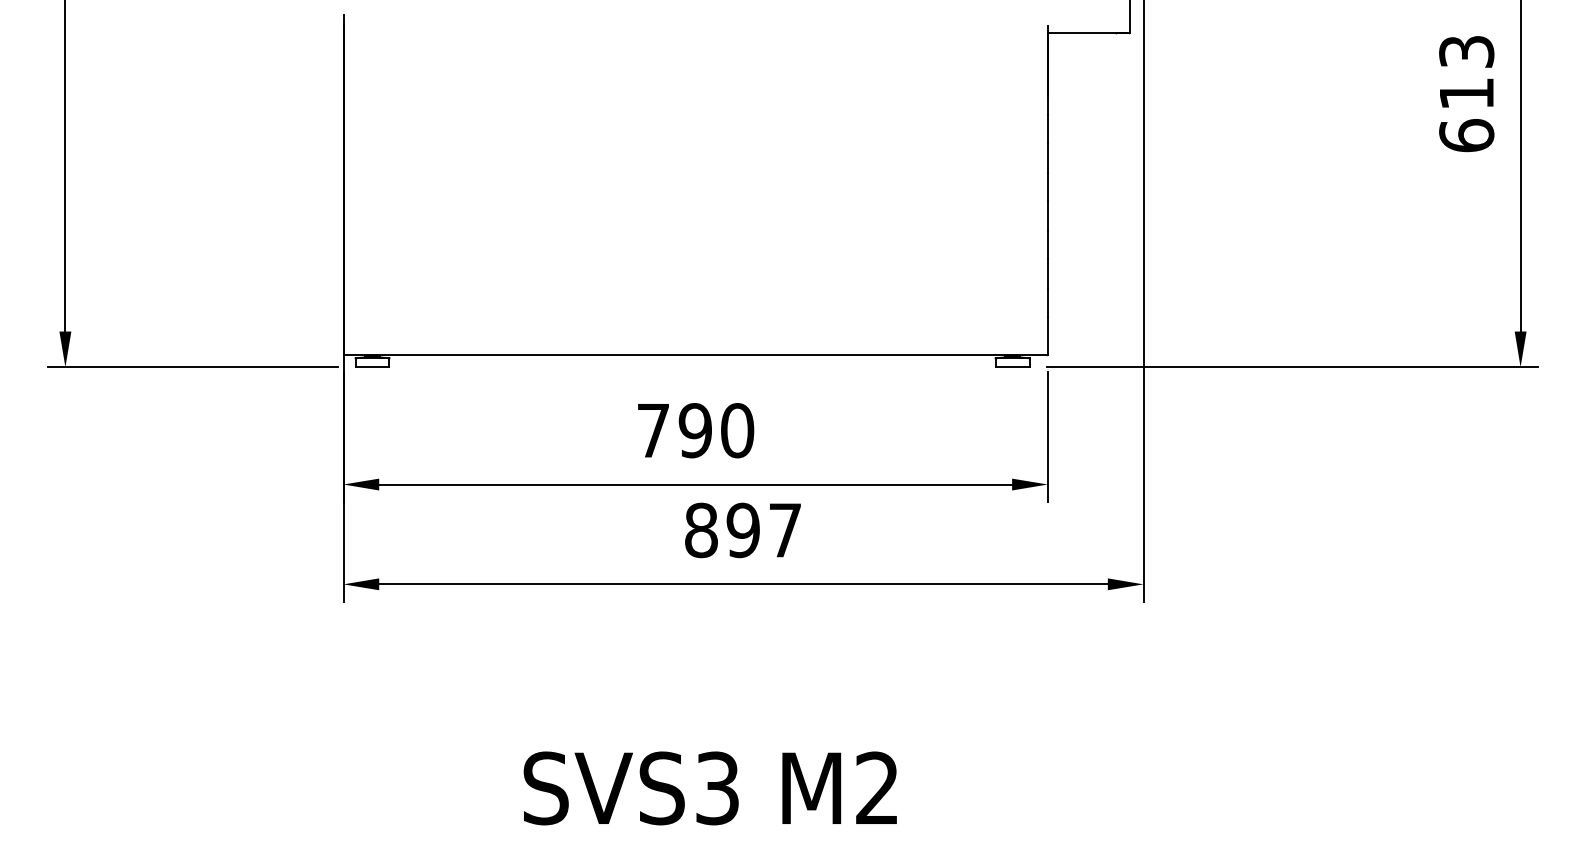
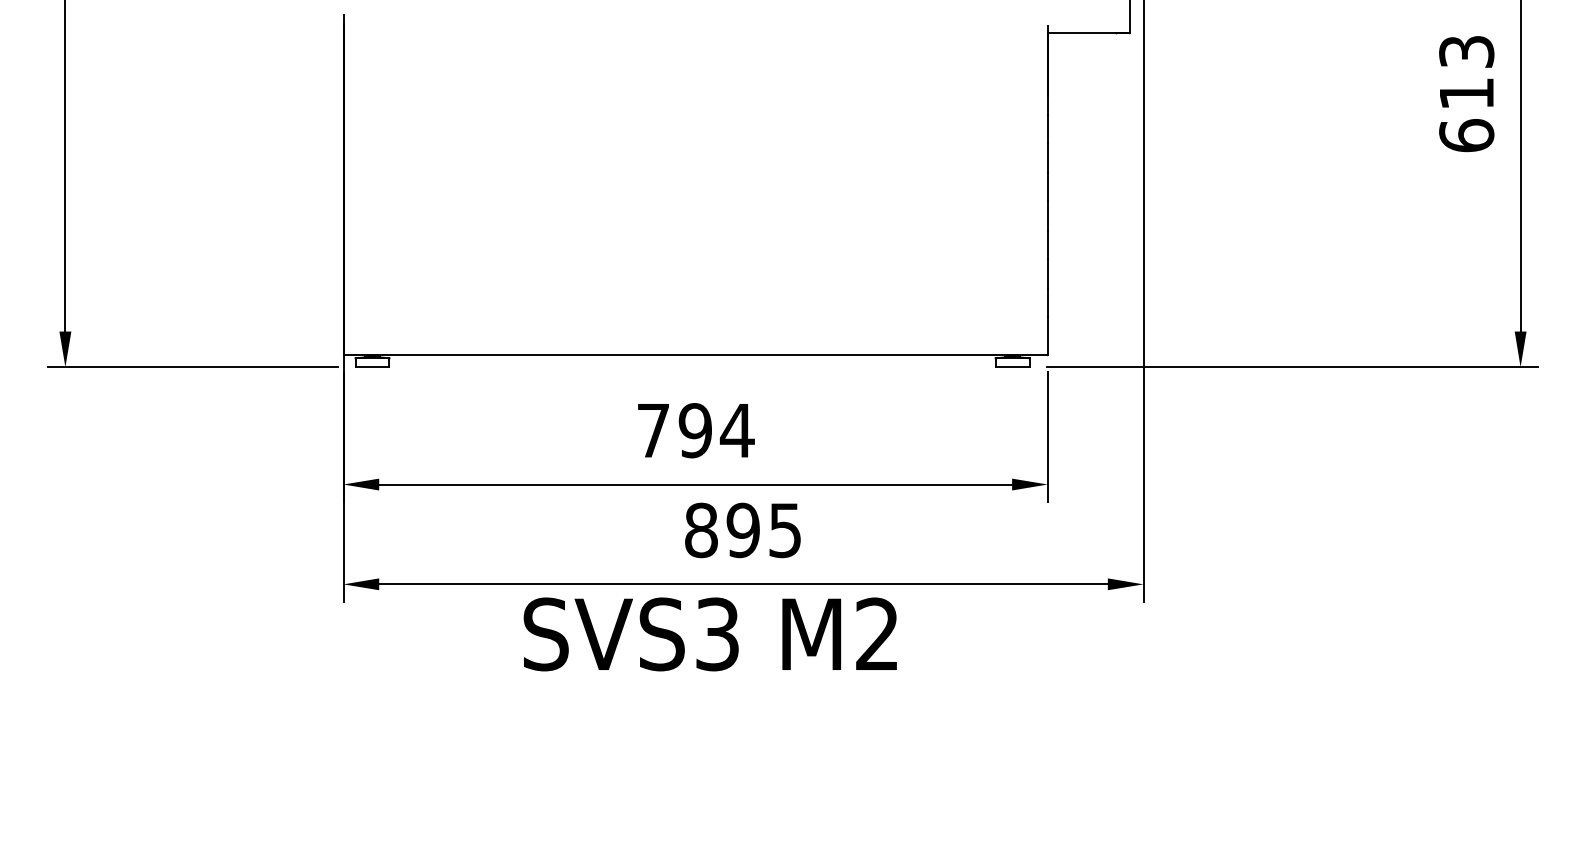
text at (736, 430): 790 -> 794
text at (784, 530): 897 -> 895
text at (709, 788) position: (709, 788) -> (709, 634)
